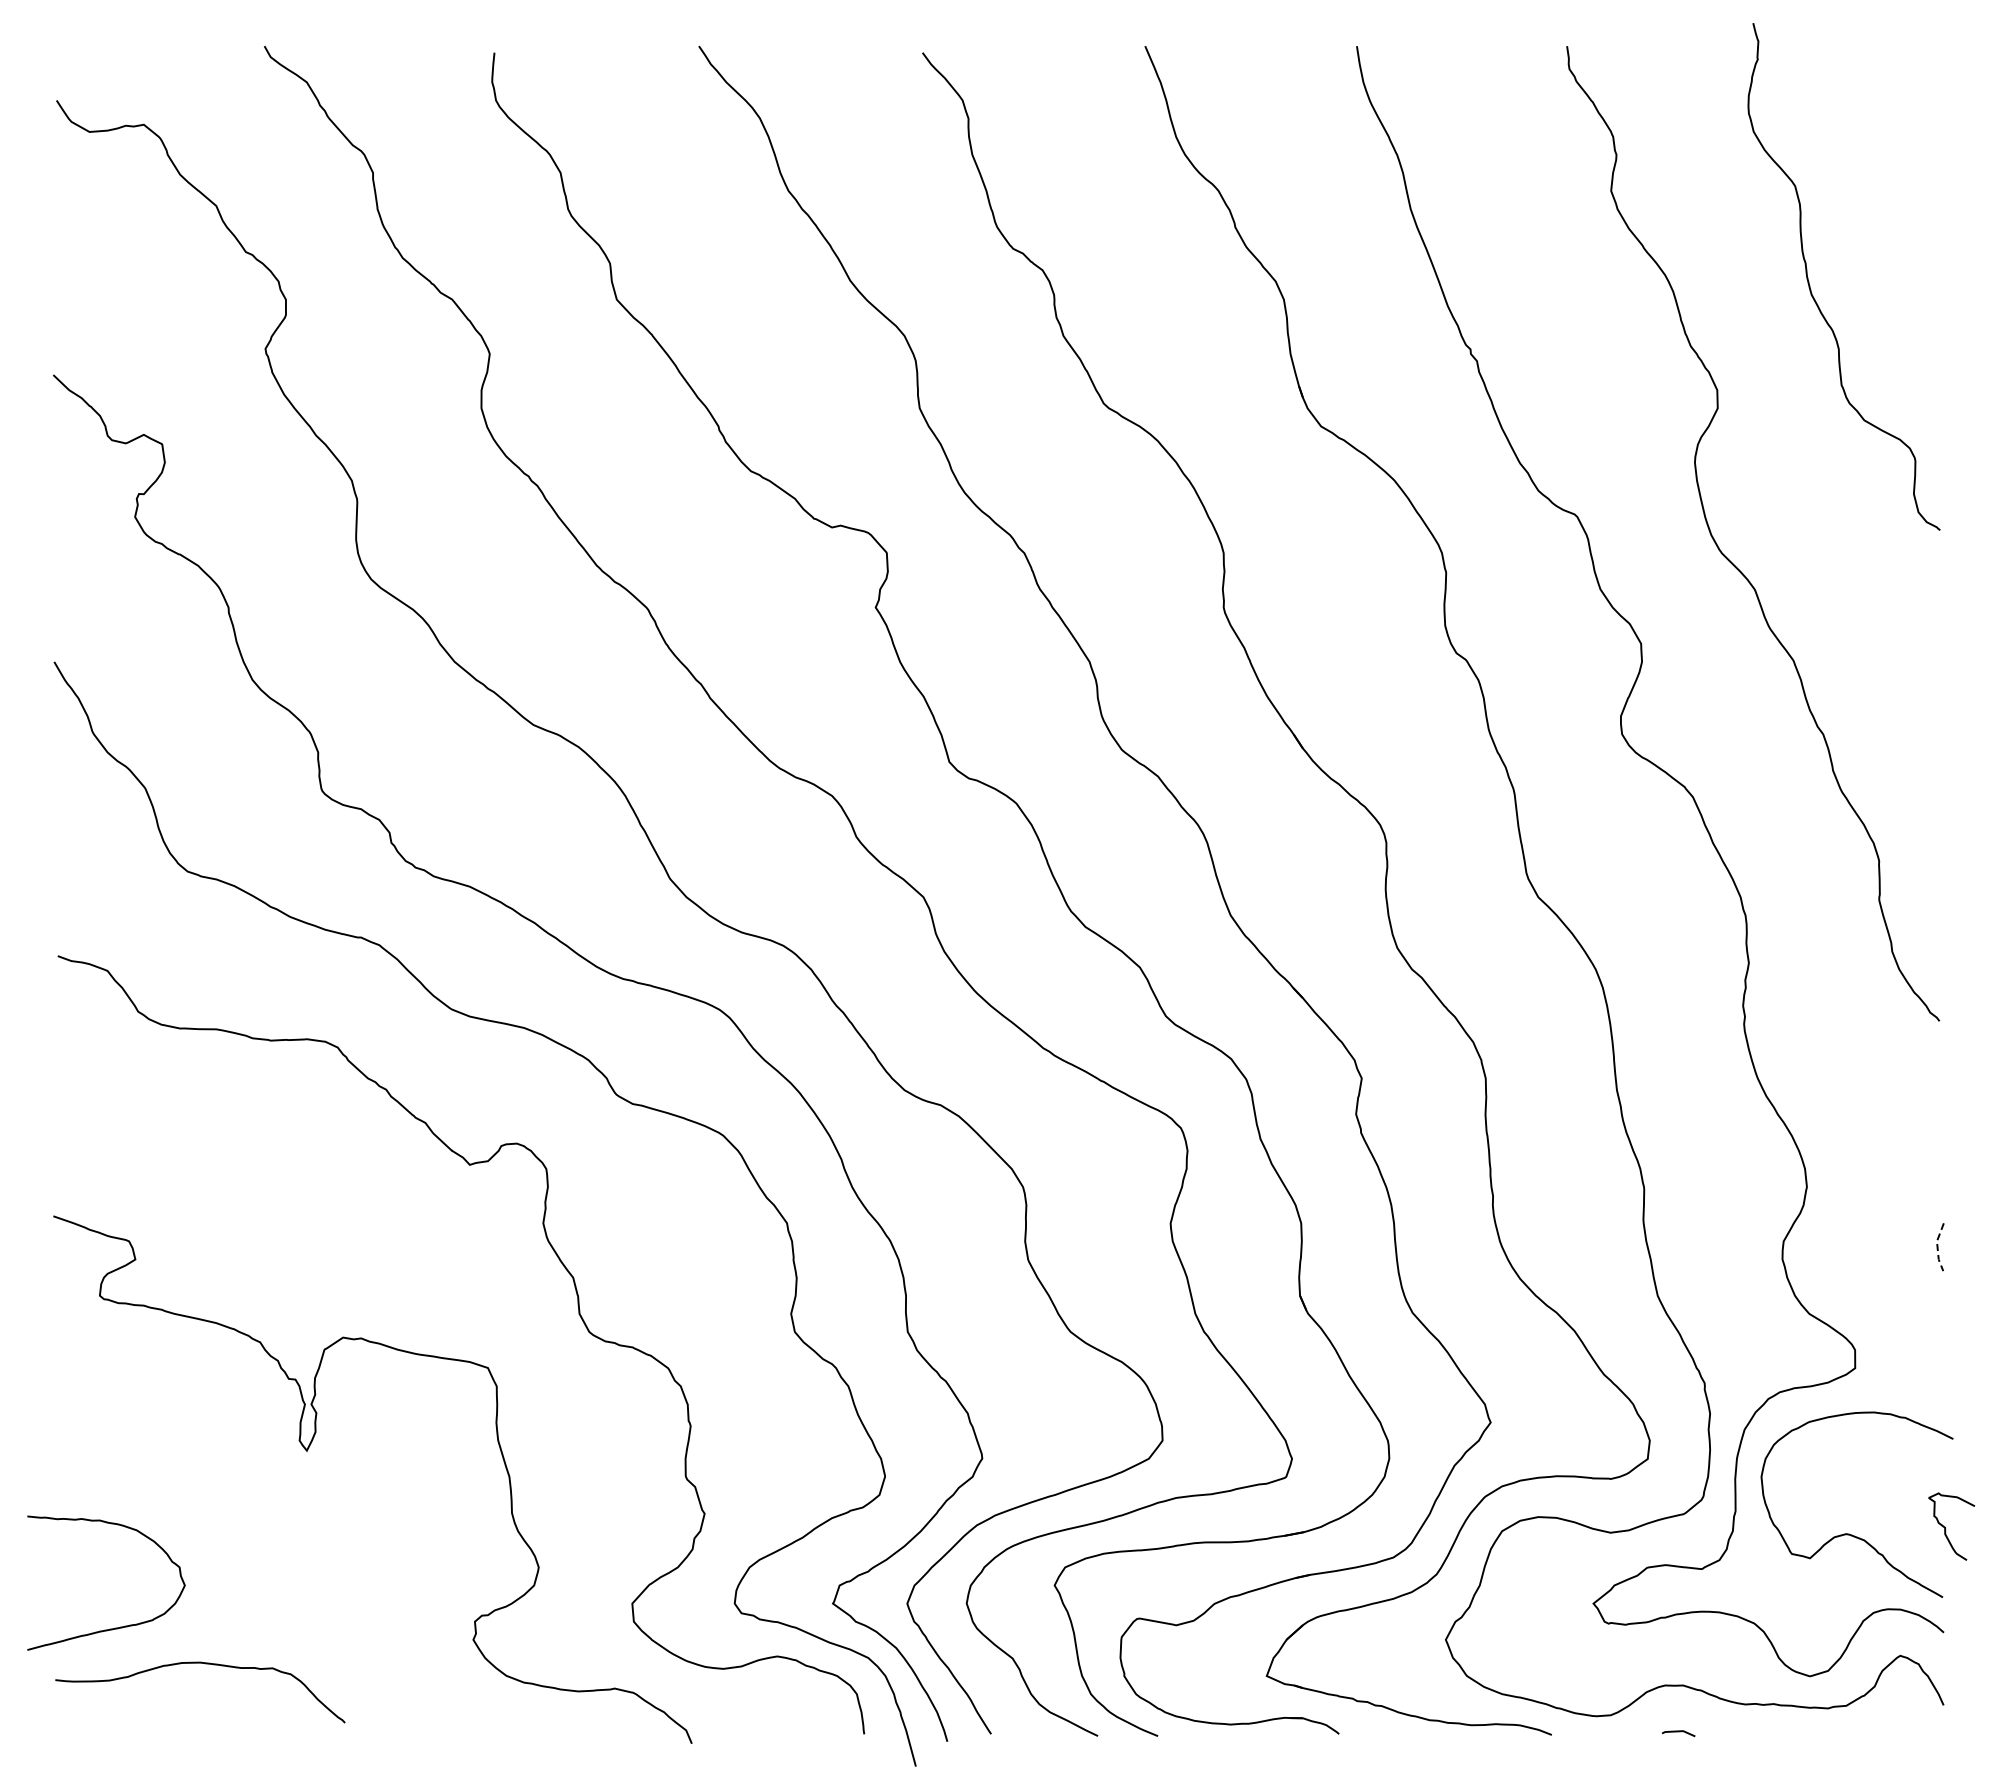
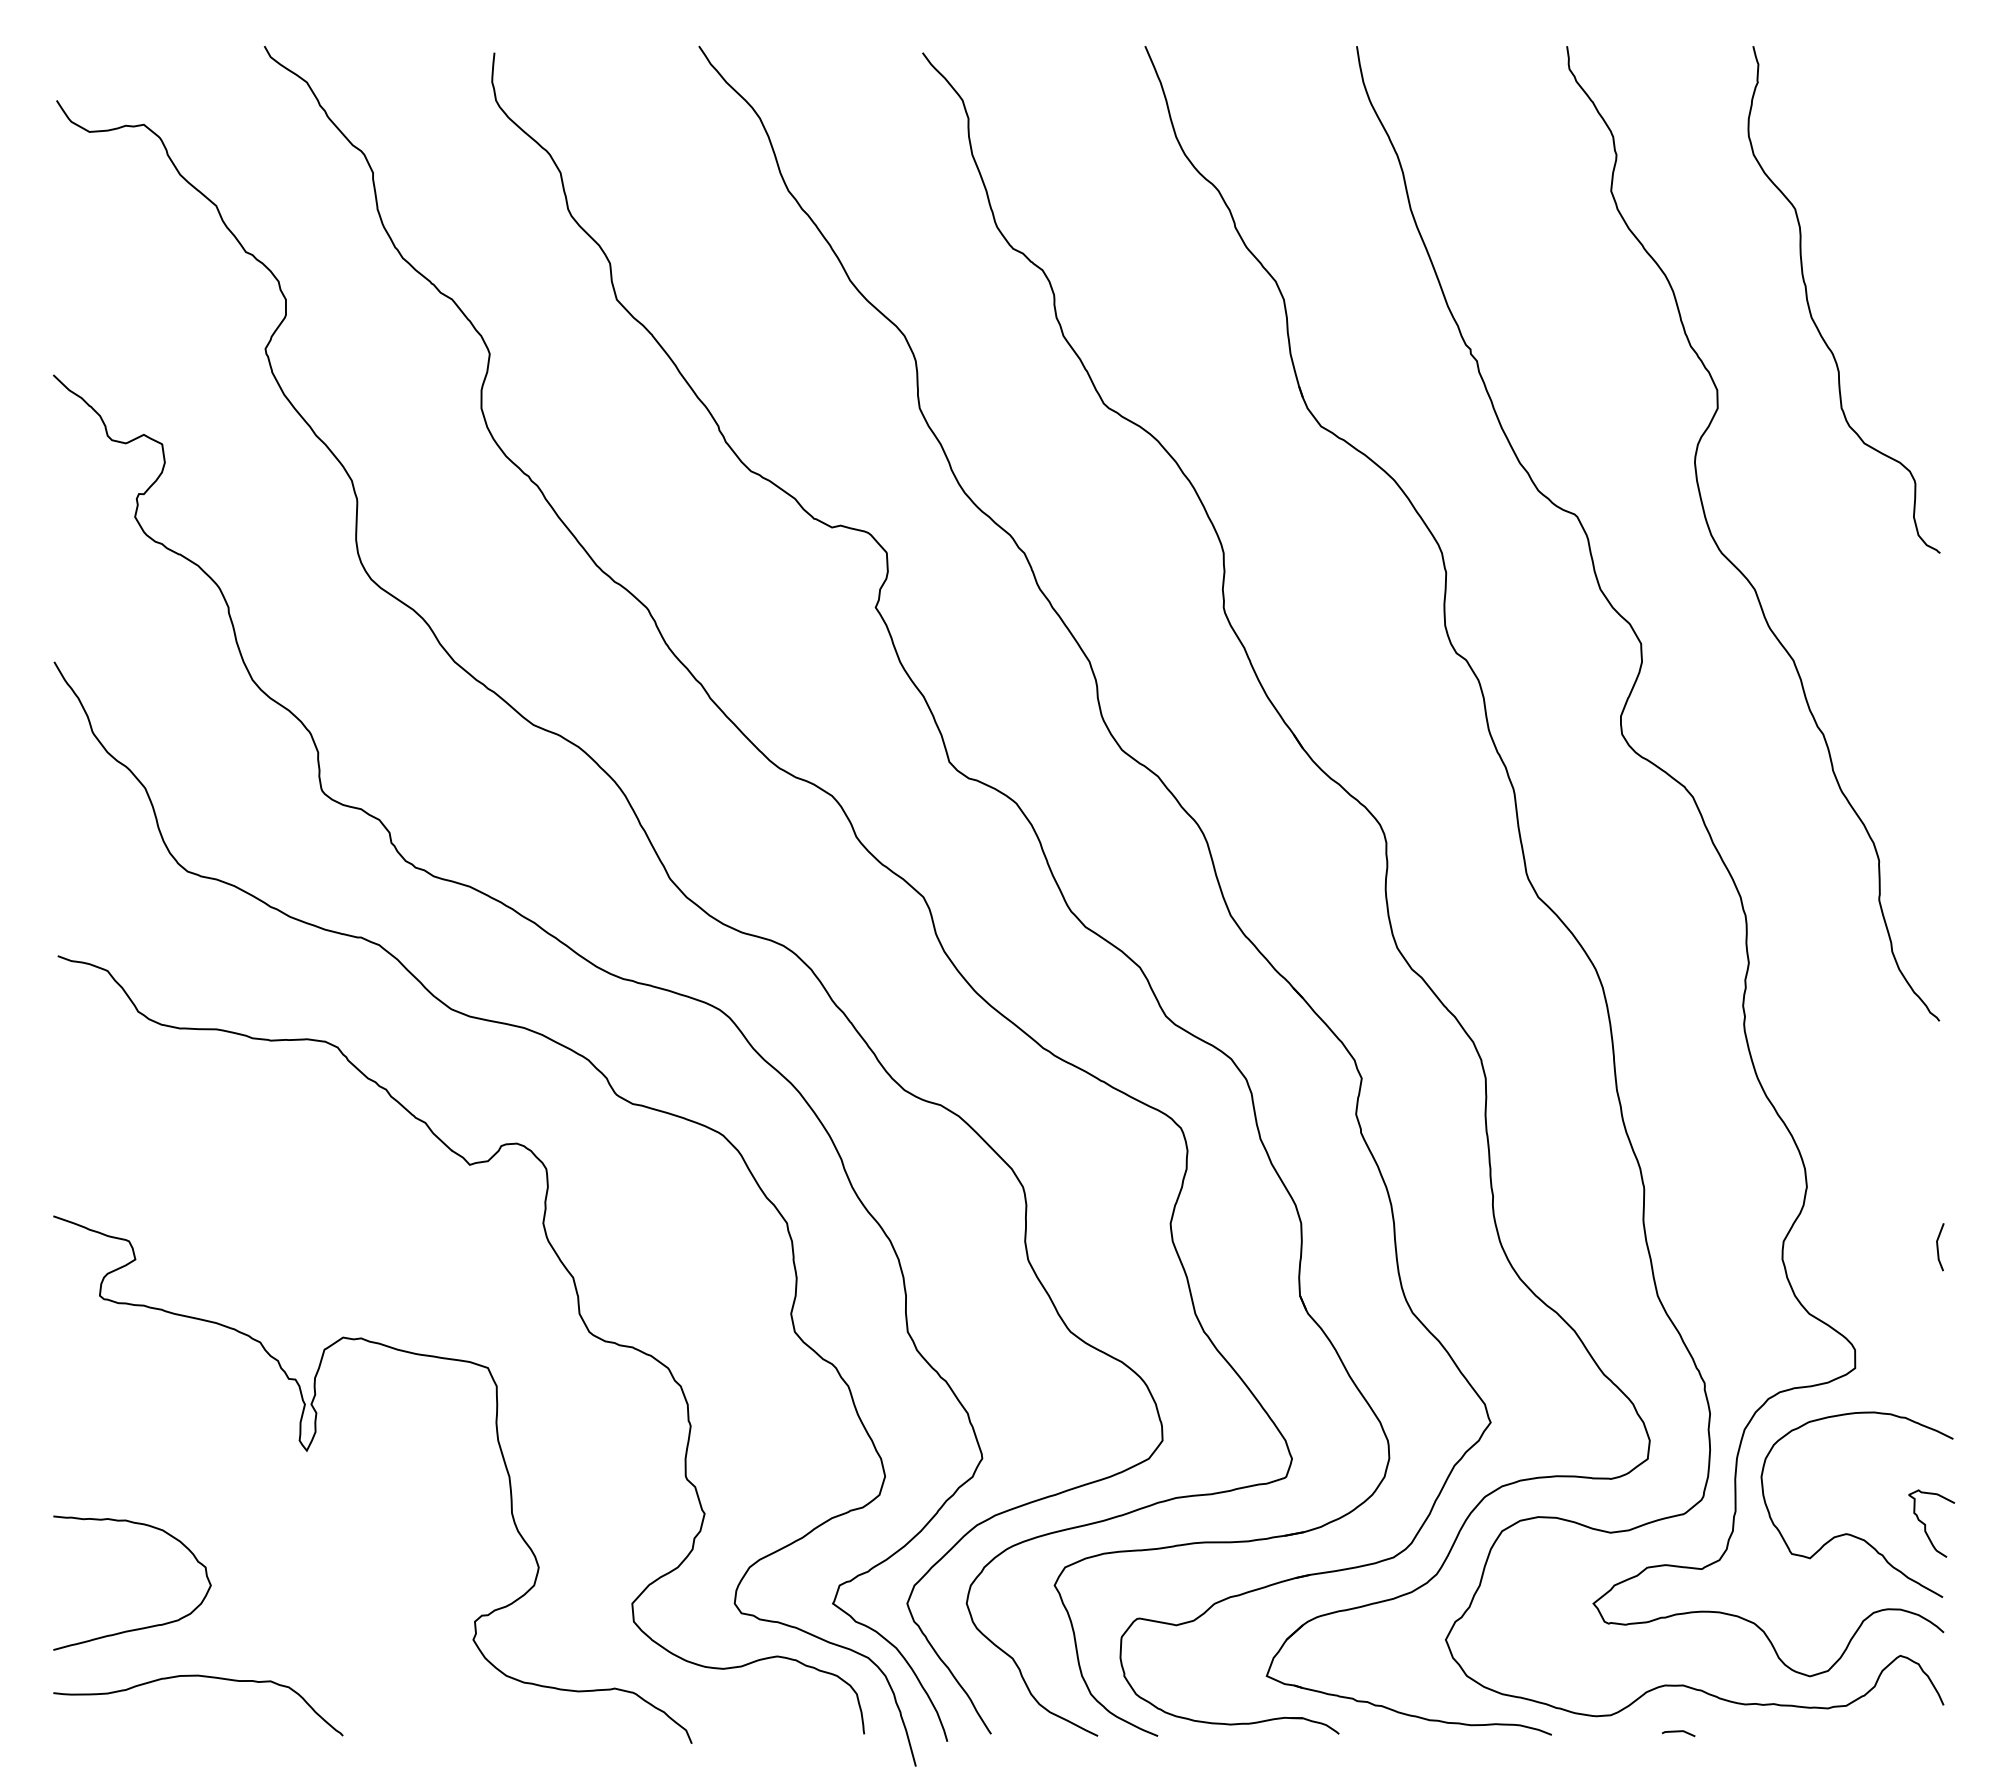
curve at (1810, 285) position: (1810, 285) -> (1810, 308)
line at (1937, 1247): dashed -> solid
curve at (1945, 1526) position: (1945, 1526) -> (1925, 1523)
curve at (115, 1627) position: (115, 1627) -> (141, 1627)
curve at (205, 1664) position: (205, 1664) -> (203, 1677)
